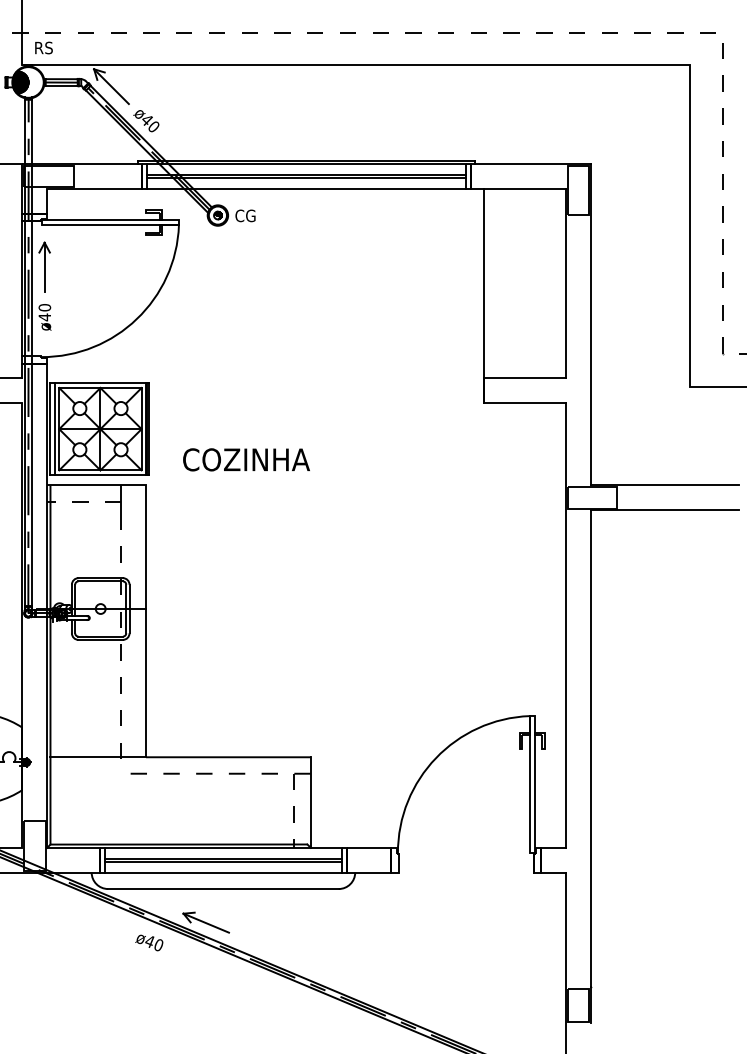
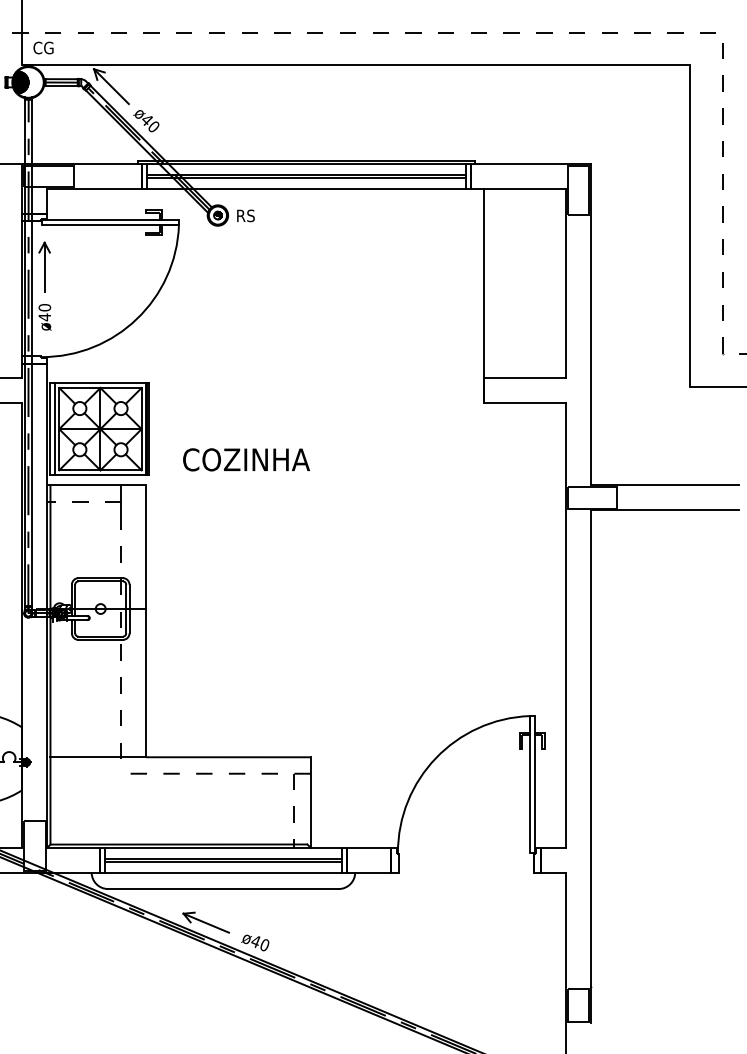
text at (43, 47): RS -> CG
text at (245, 215): CG -> RS
text at (149, 942) position: (149, 942) -> (255, 942)
